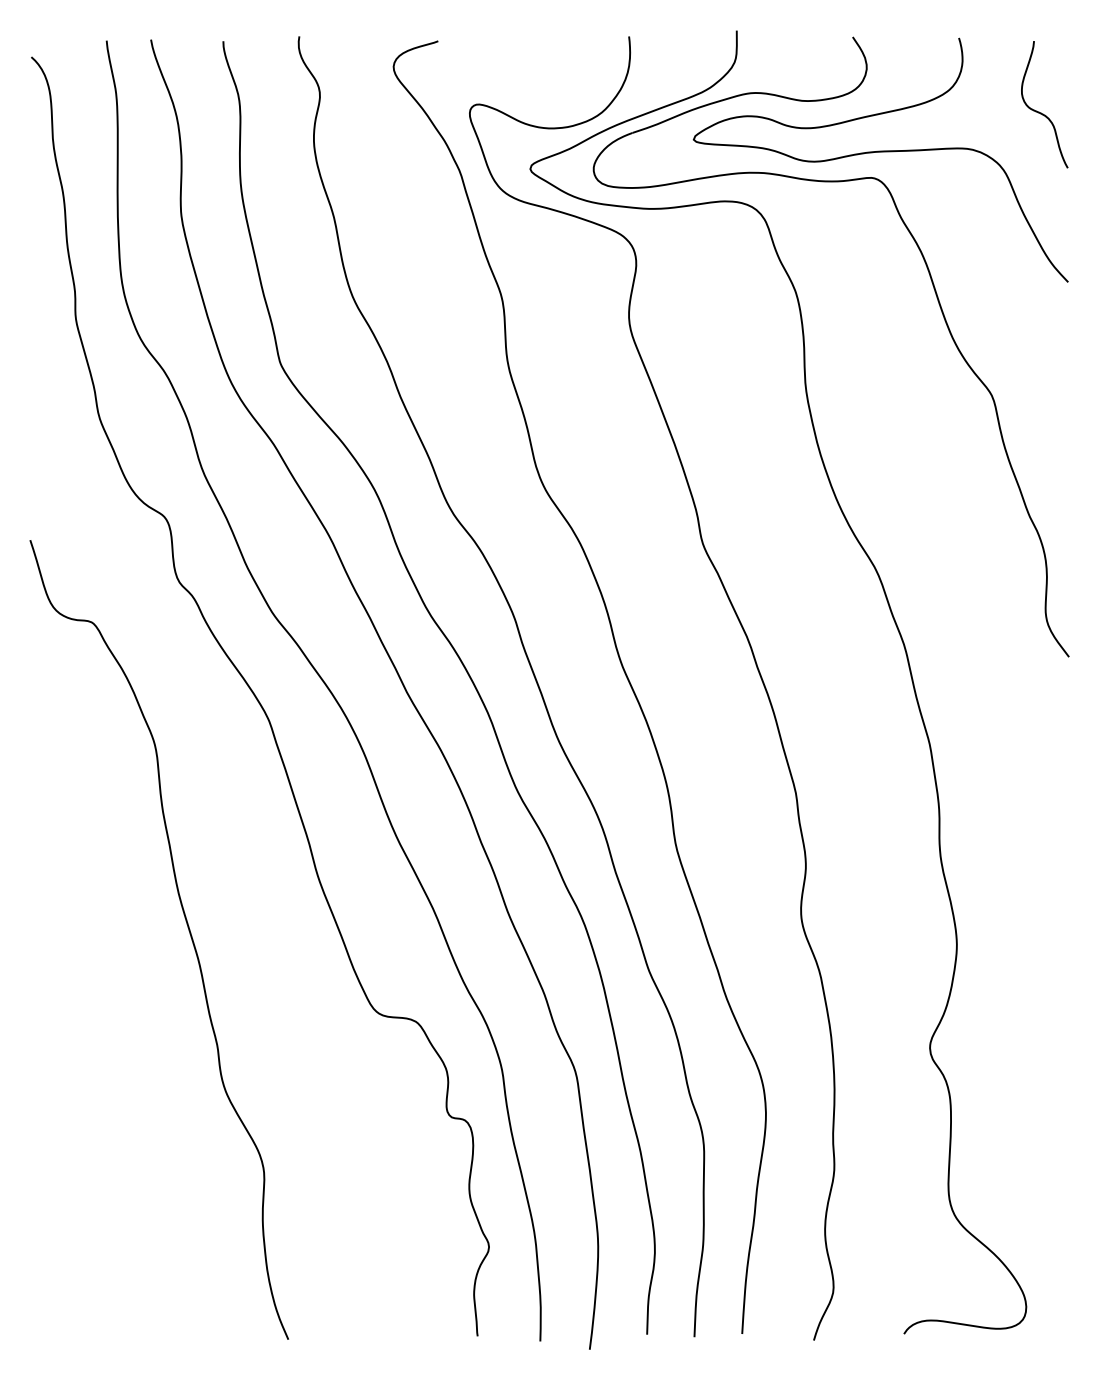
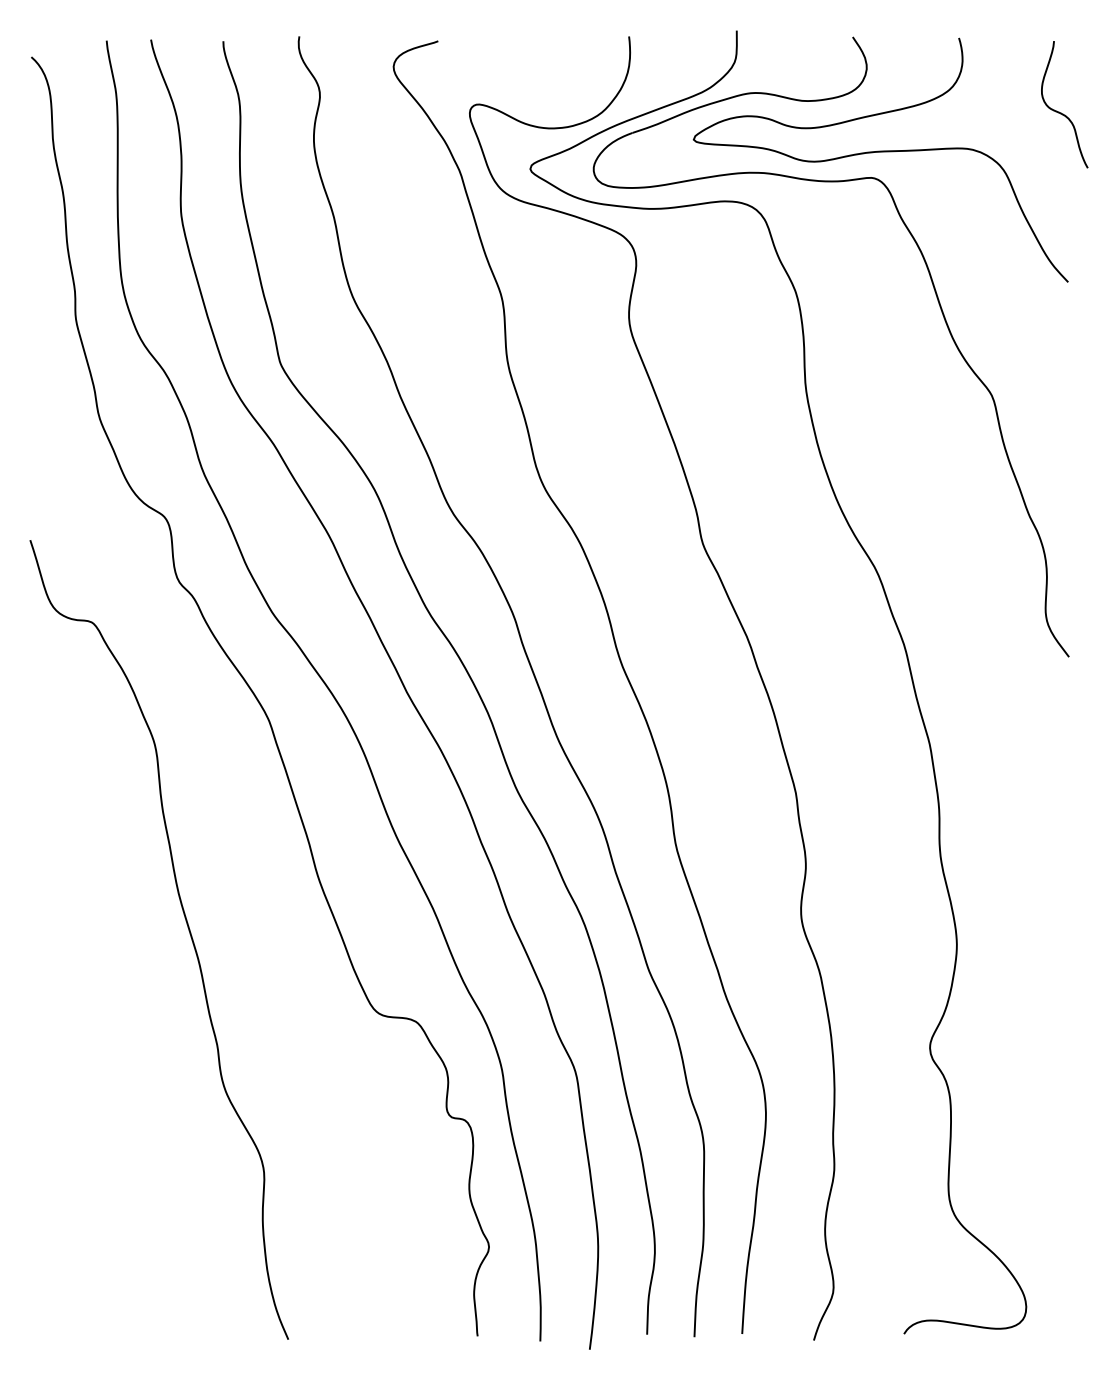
curve at (1041, 112) position: (1041, 112) -> (1061, 112)
